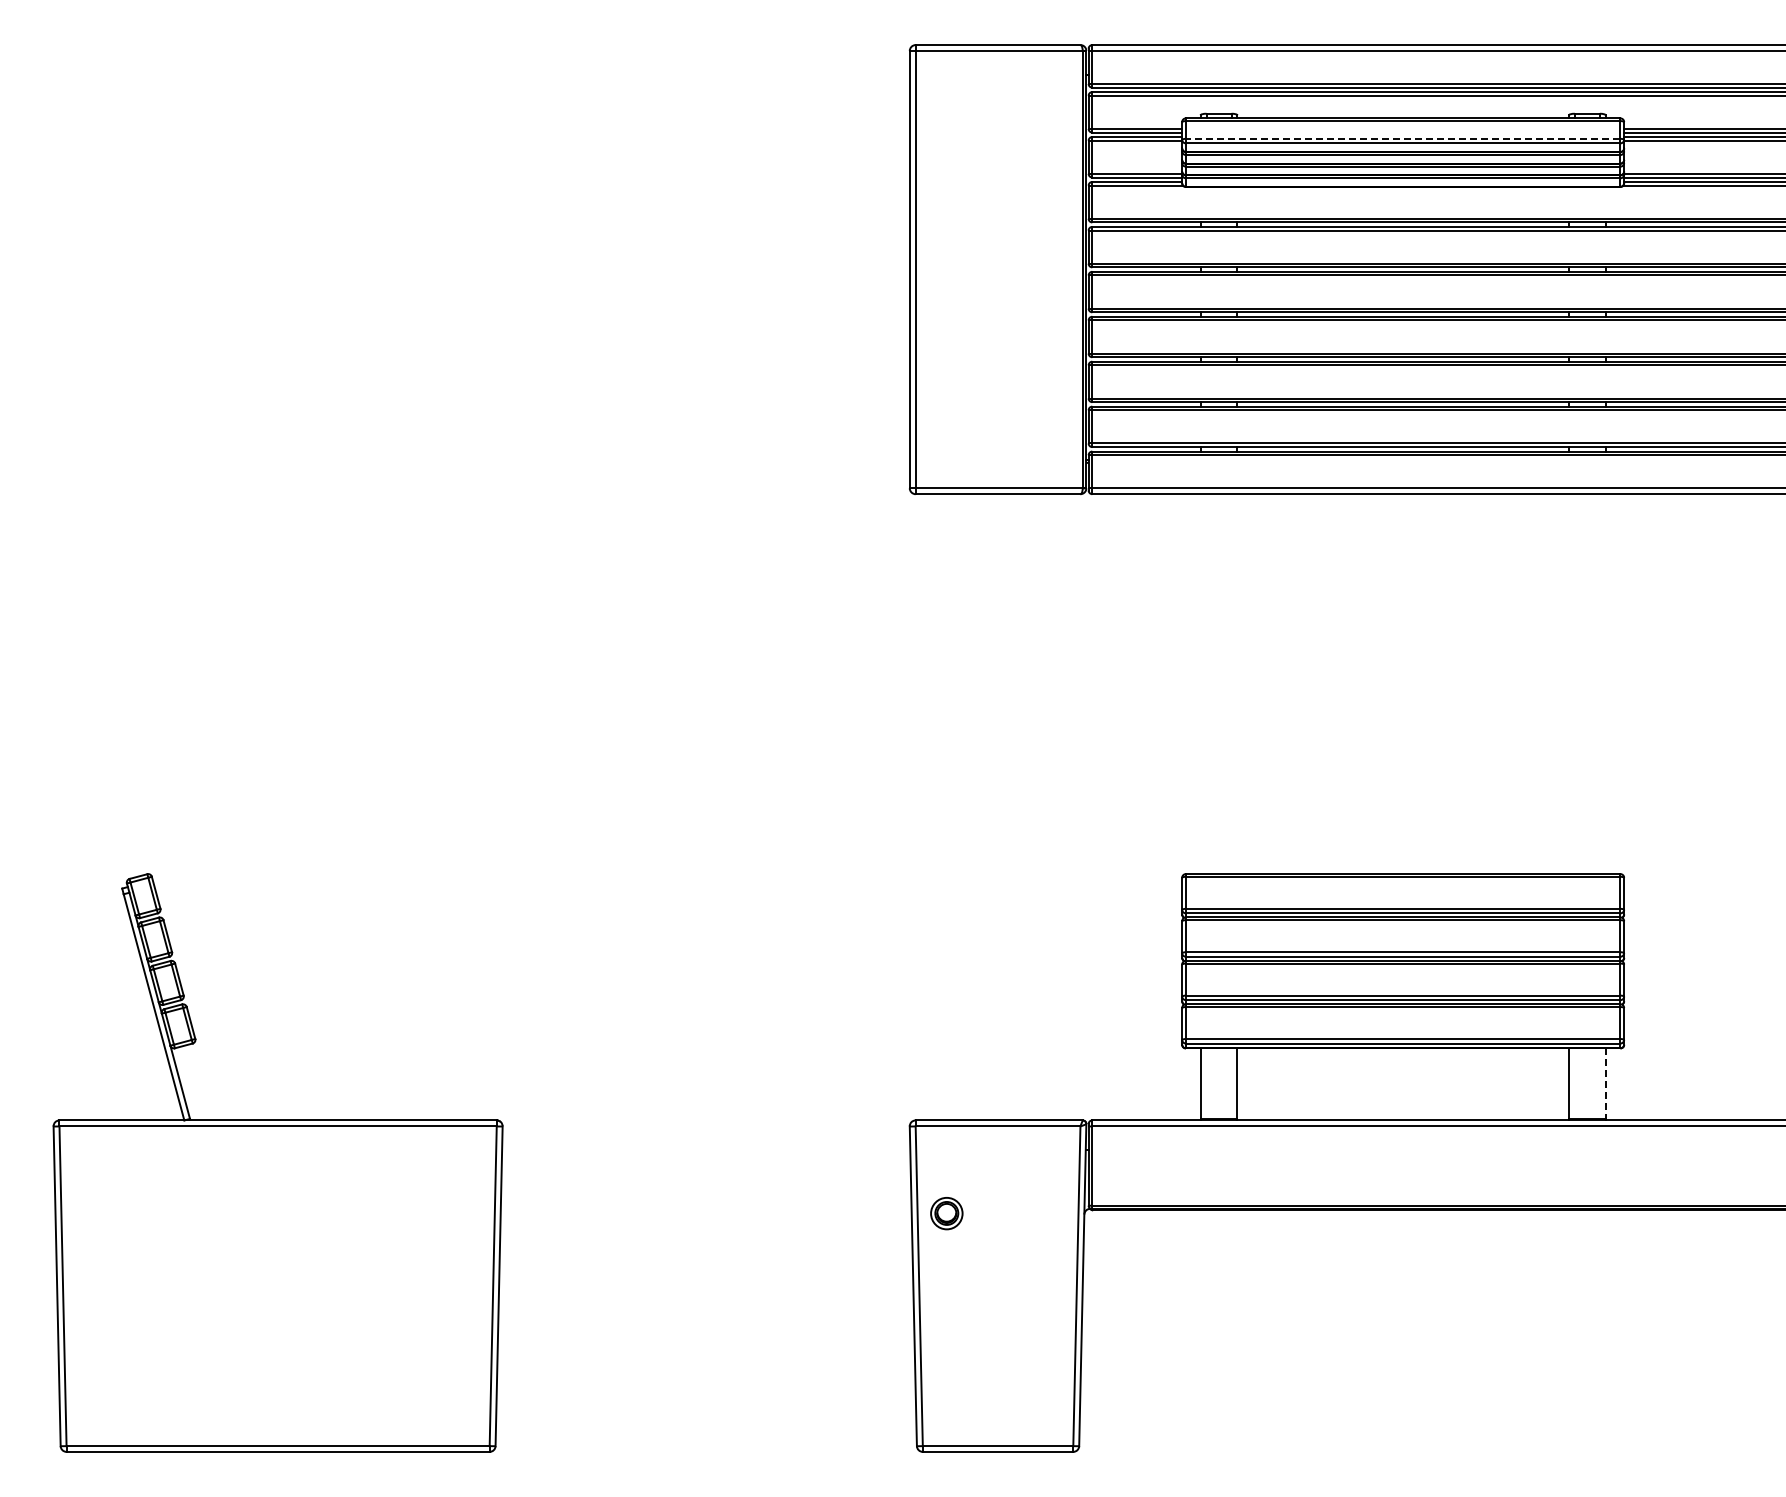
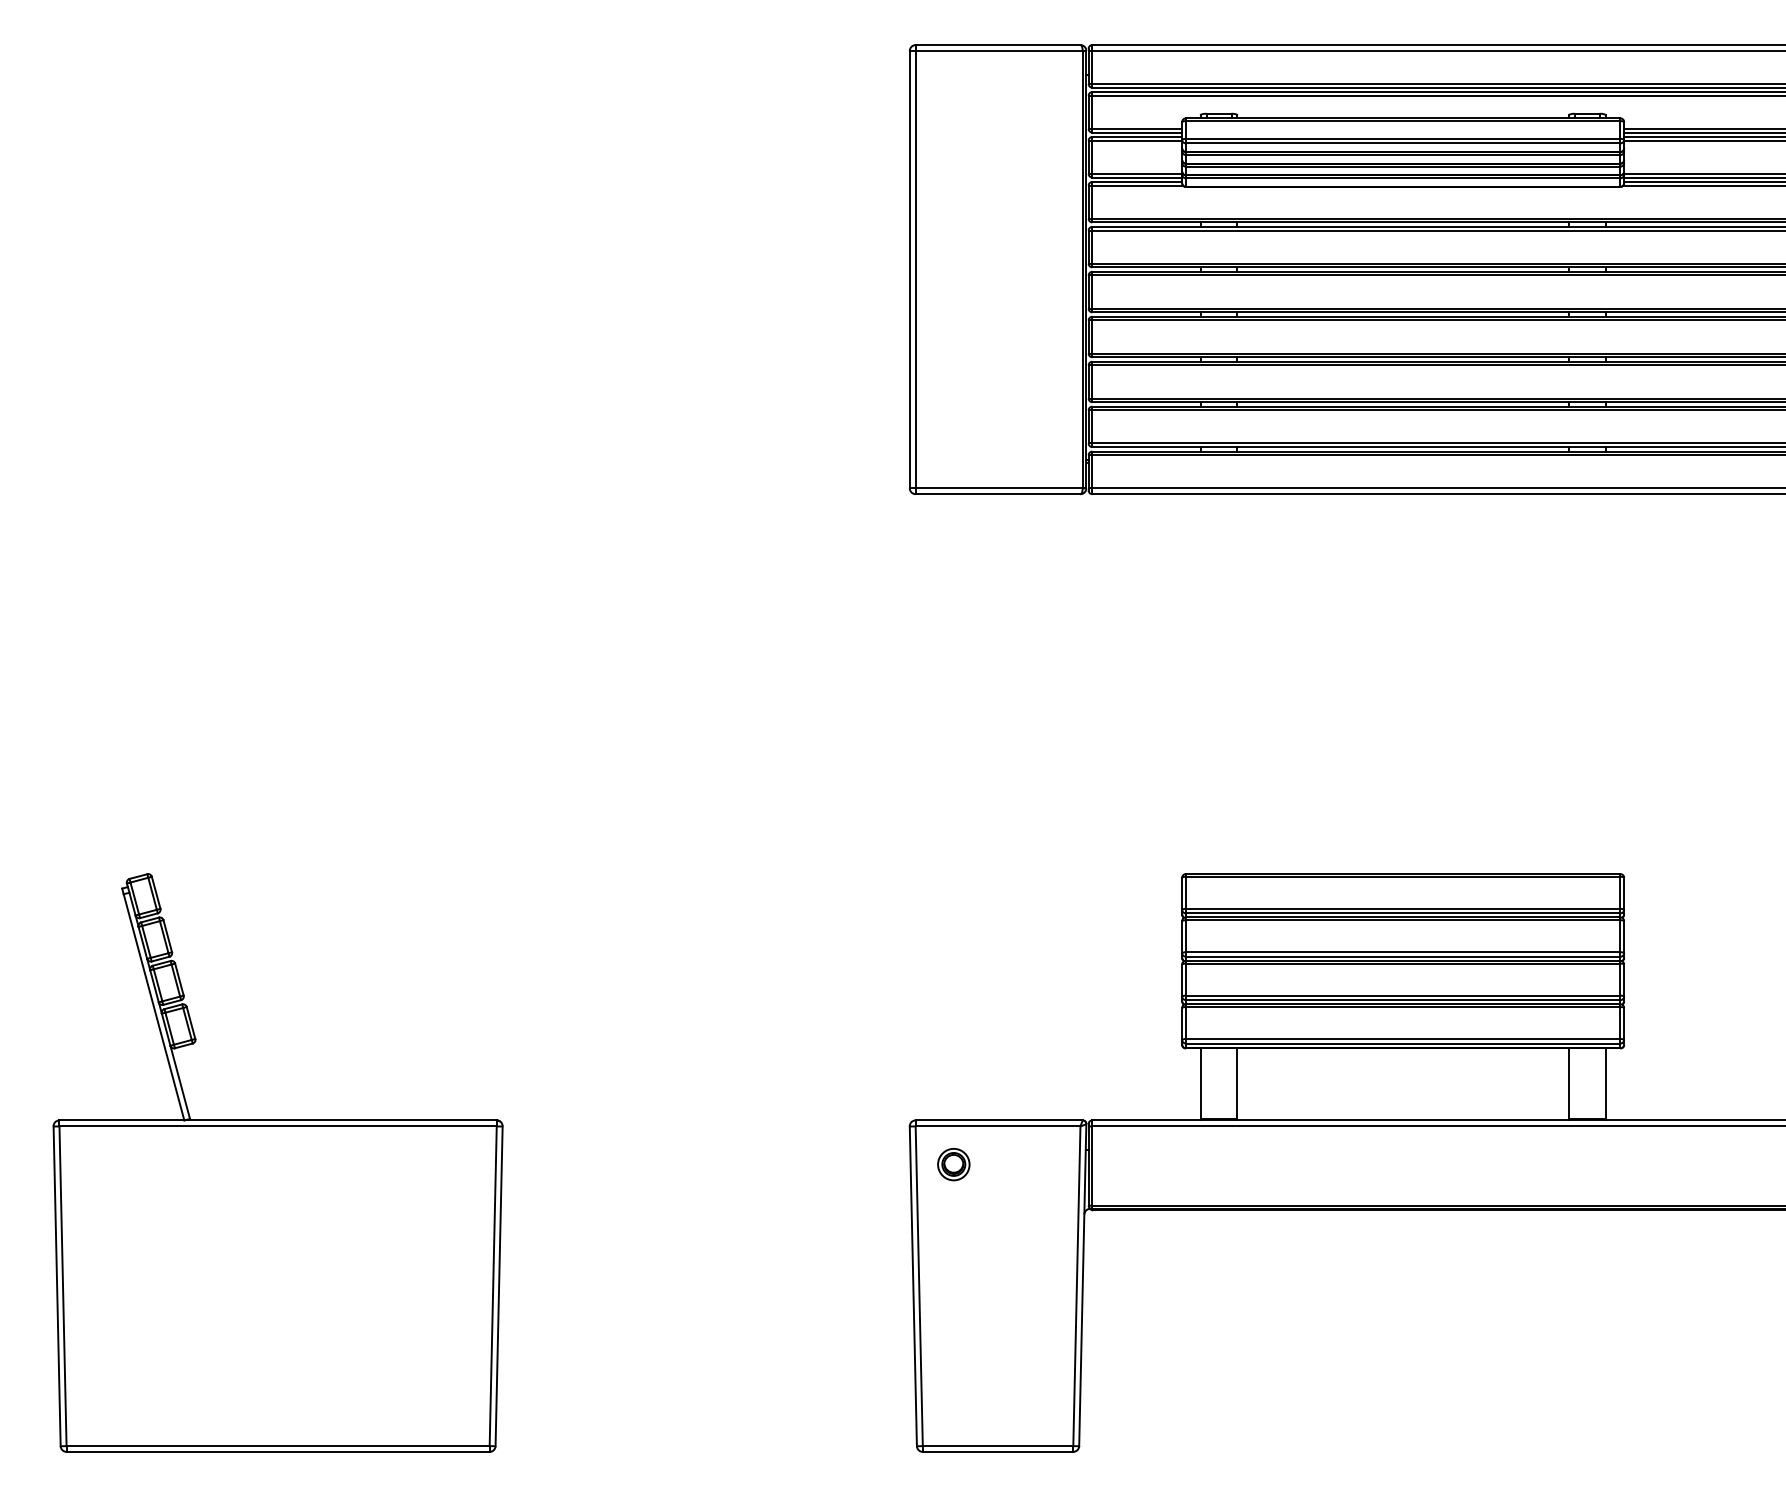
line at (1402, 138): dashed -> solid
line at (1605, 1084): dashed -> solid
part at (946, 1213) position: (946, 1213) -> (953, 1164)
